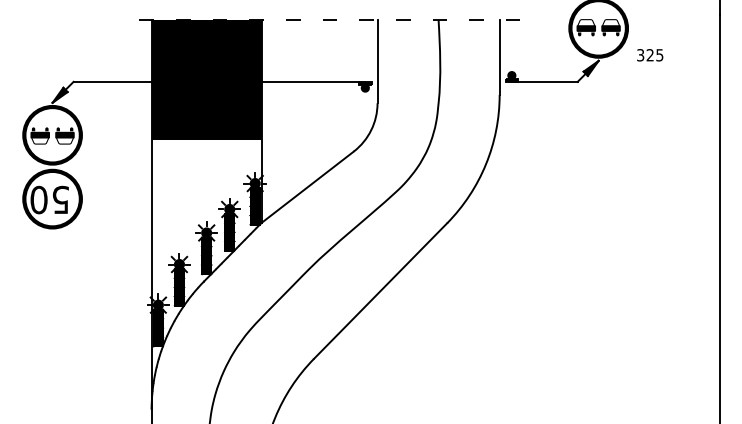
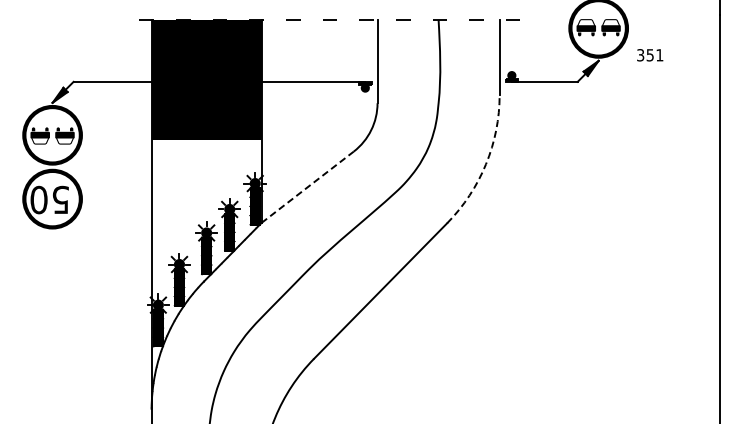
text at (654, 55): 325 -> 351
arc at (486, 164): solid -> dashed
line at (308, 186): solid -> dashed
